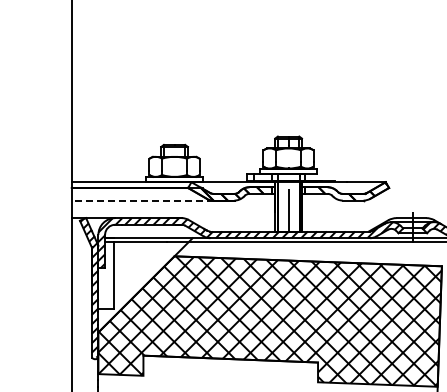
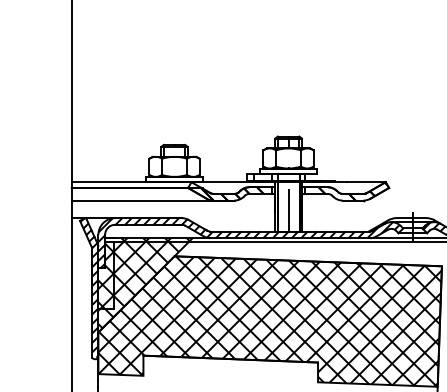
line at (142, 200): dashed -> solid
hatch at (143, 283): none -> present
